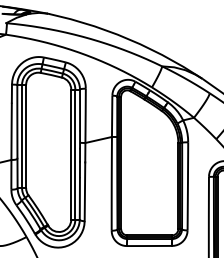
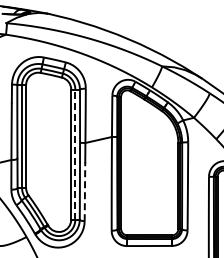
line at (75, 154): solid -> dashed
line at (84, 191): solid -> dashed
